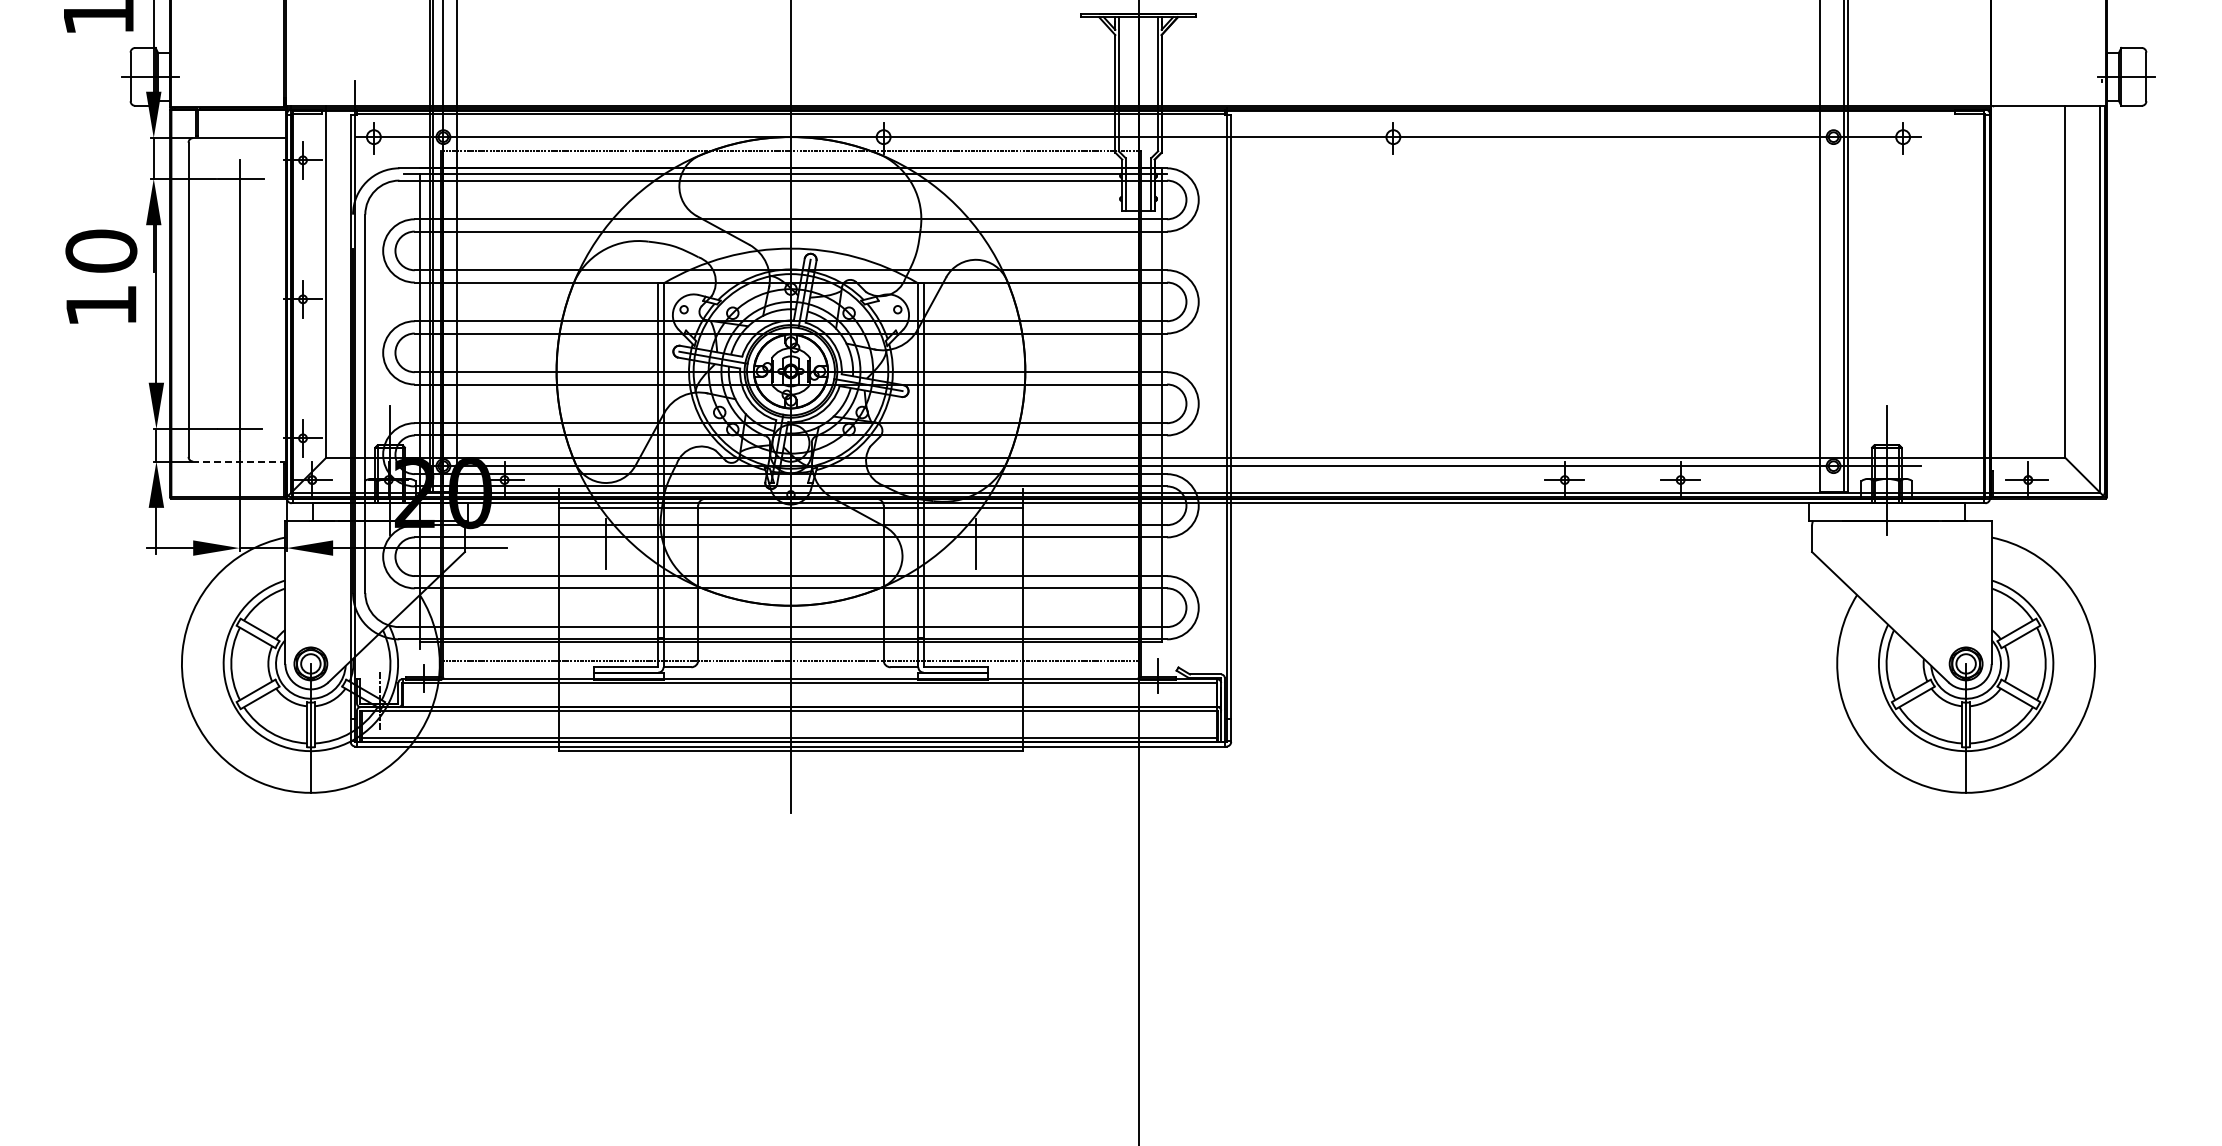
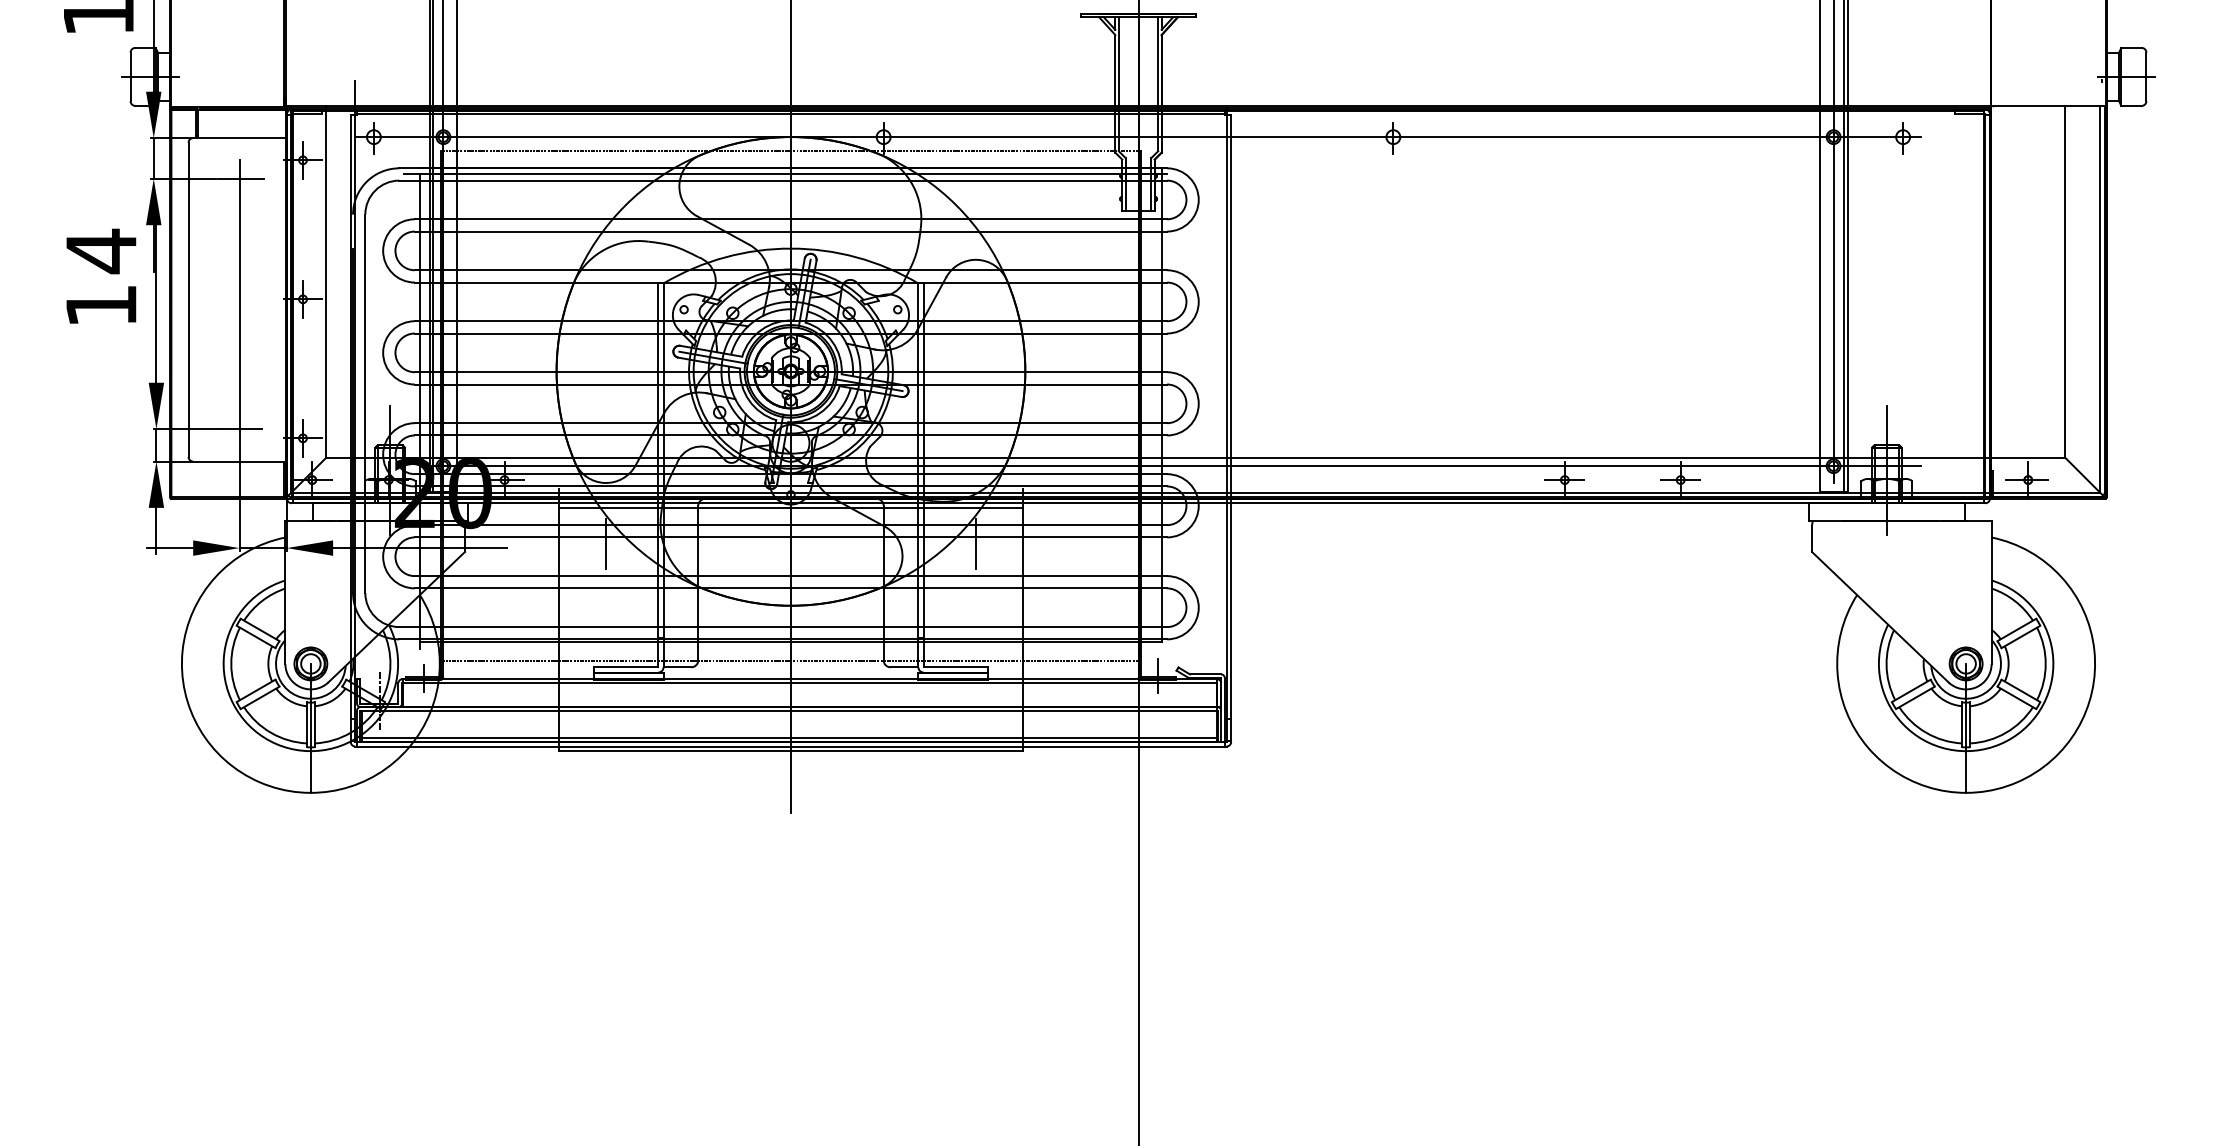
line at (1833, 242): none -> present
text at (101, 251): 10 -> 14
line at (239, 461): dashed -> solid
